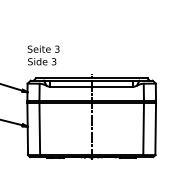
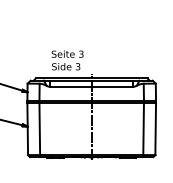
text at (43, 55) position: (43, 55) -> (67, 60)
